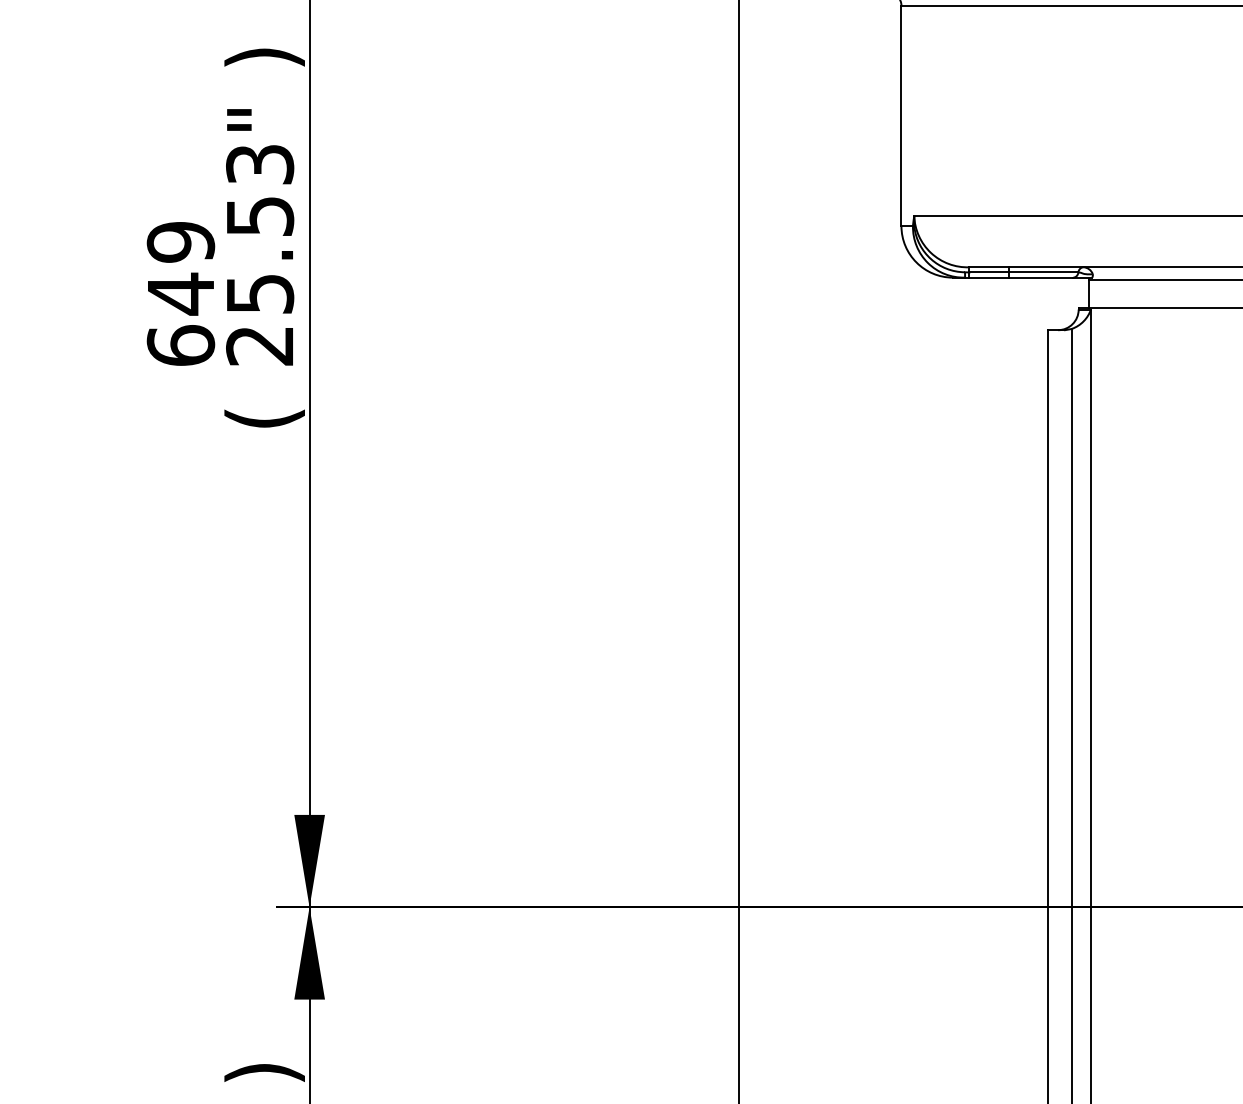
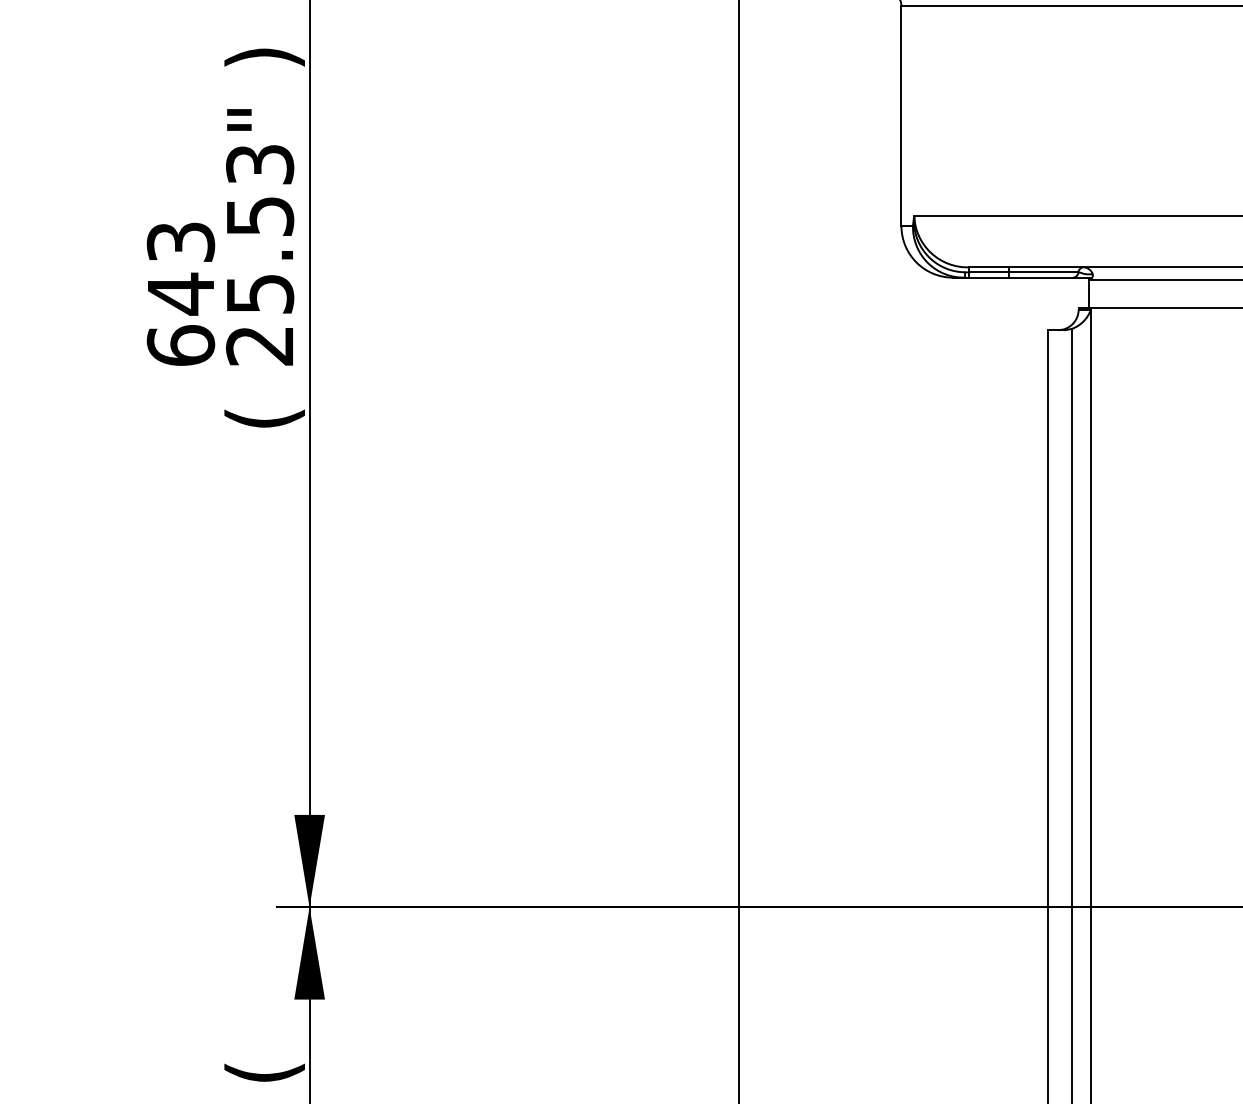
text at (181, 242): 649 -> 643
text at (264, 1072): ) -> (
